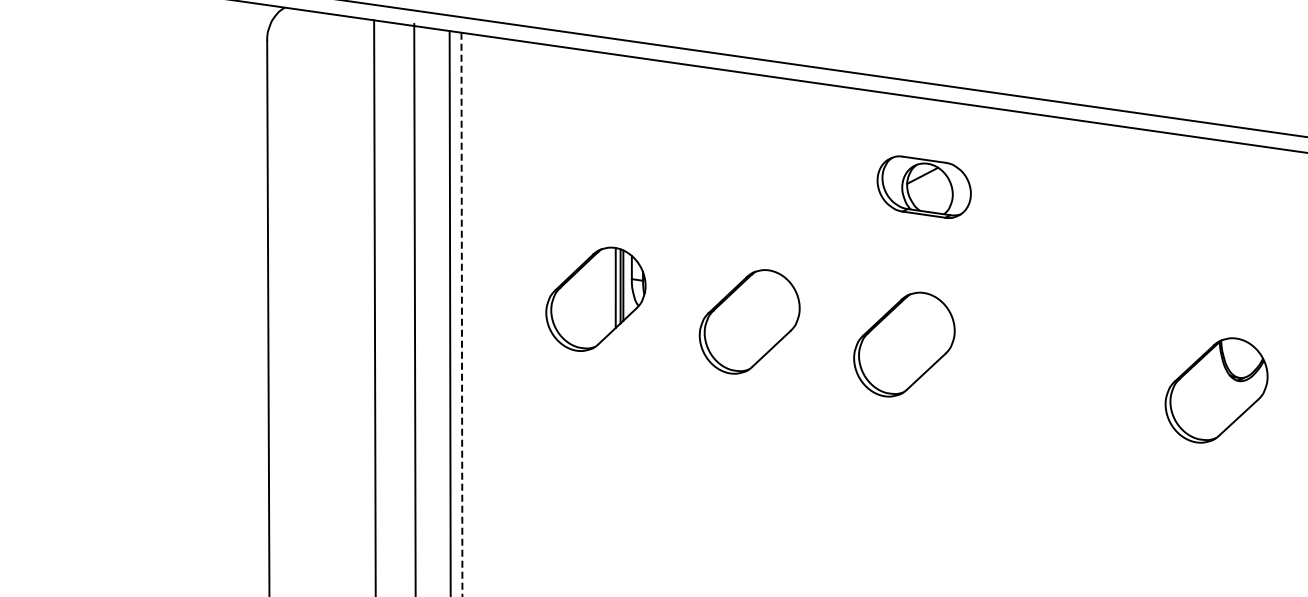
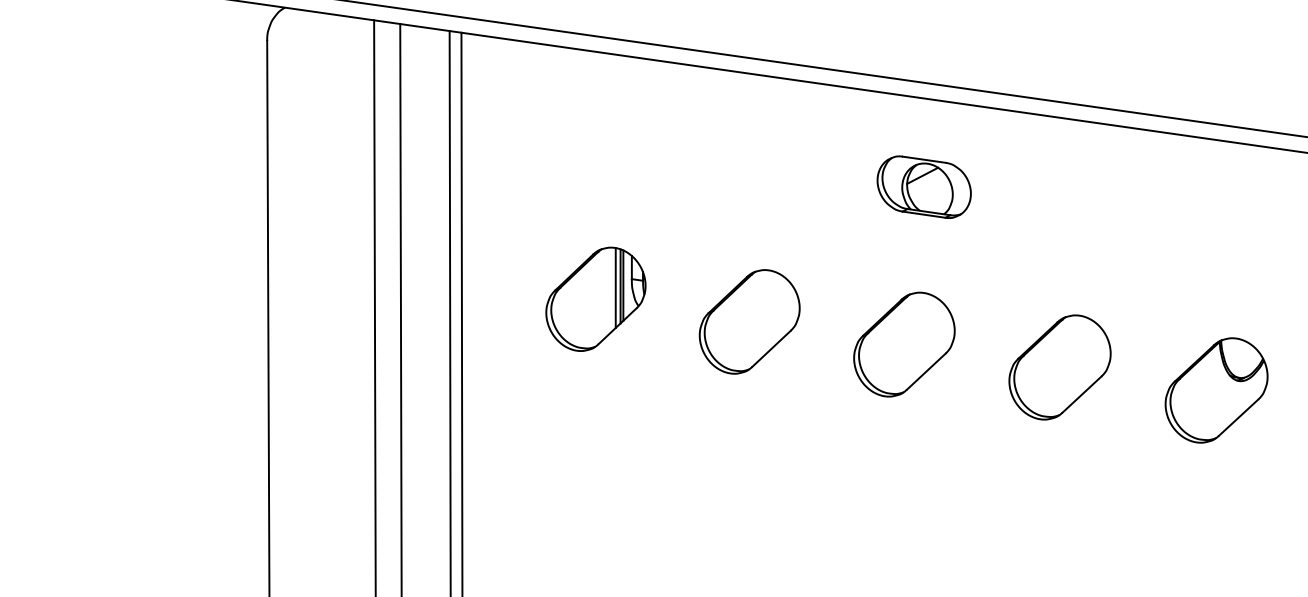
line at (414, 308) position: (414, 308) -> (400, 308)
line at (461, 314): dashed -> solid
part at (1059, 367): none -> present
